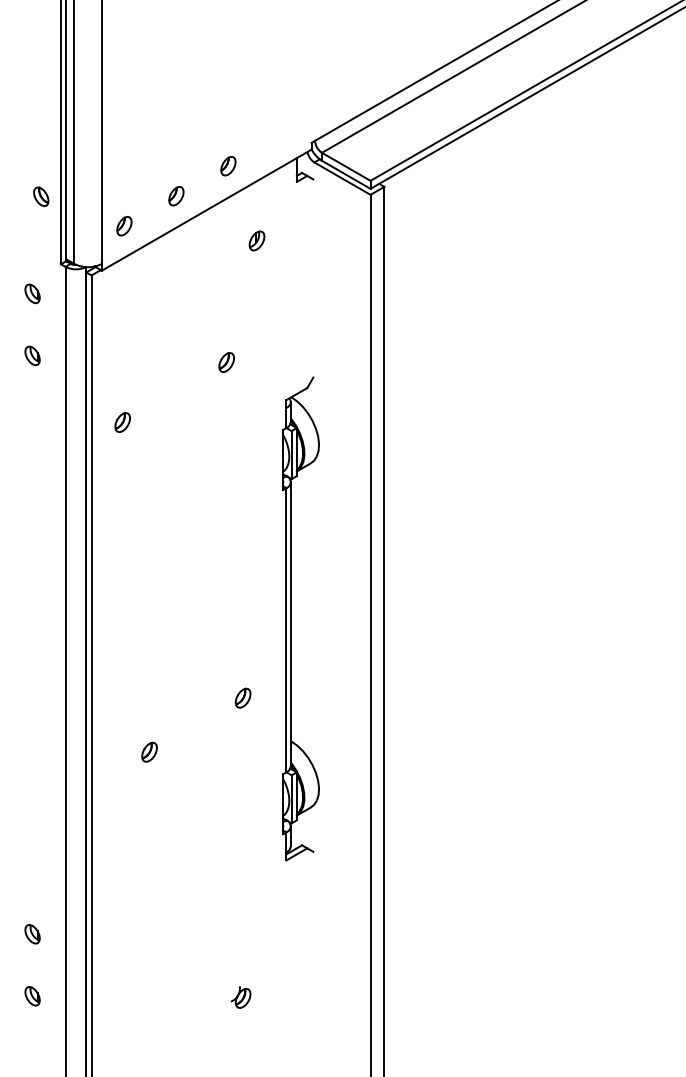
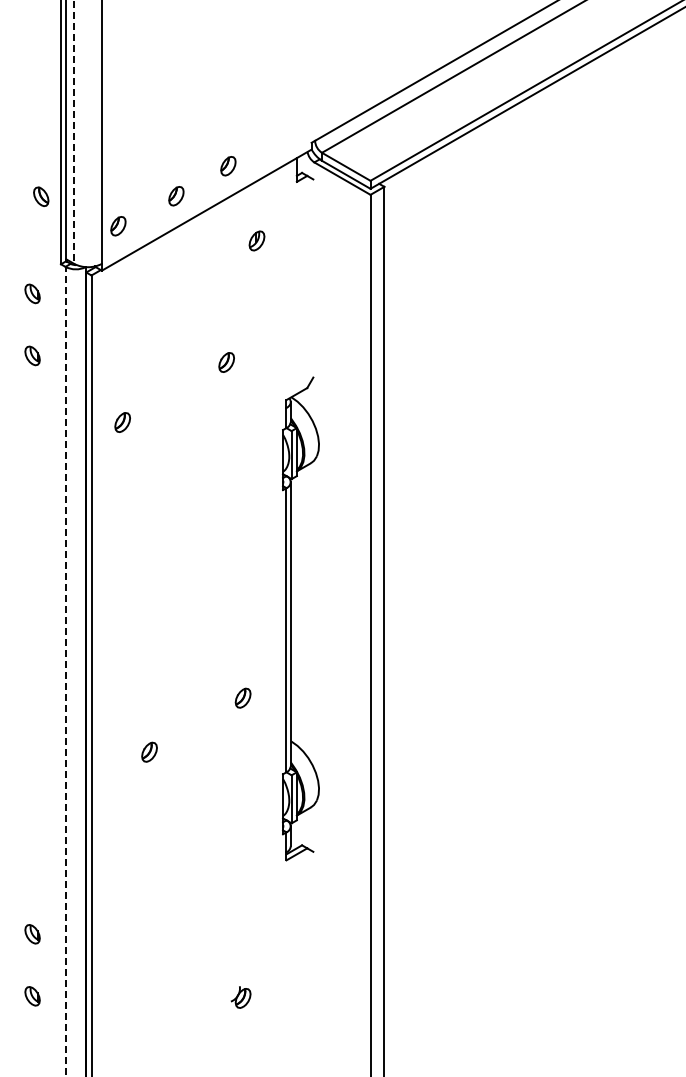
line at (74, 132): solid -> dashed
part at (124, 226) position: (124, 226) -> (118, 226)
line at (65, 671): solid -> dashed
